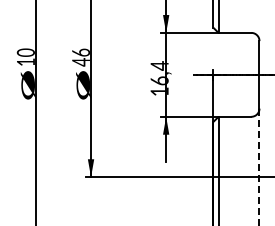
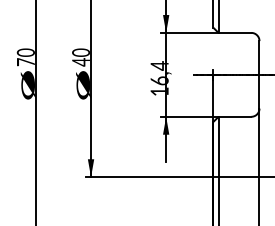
text at (80, 52): 46 -> 40
text at (25, 62): 10 -> 70
line at (259, 167): dashed -> solid
